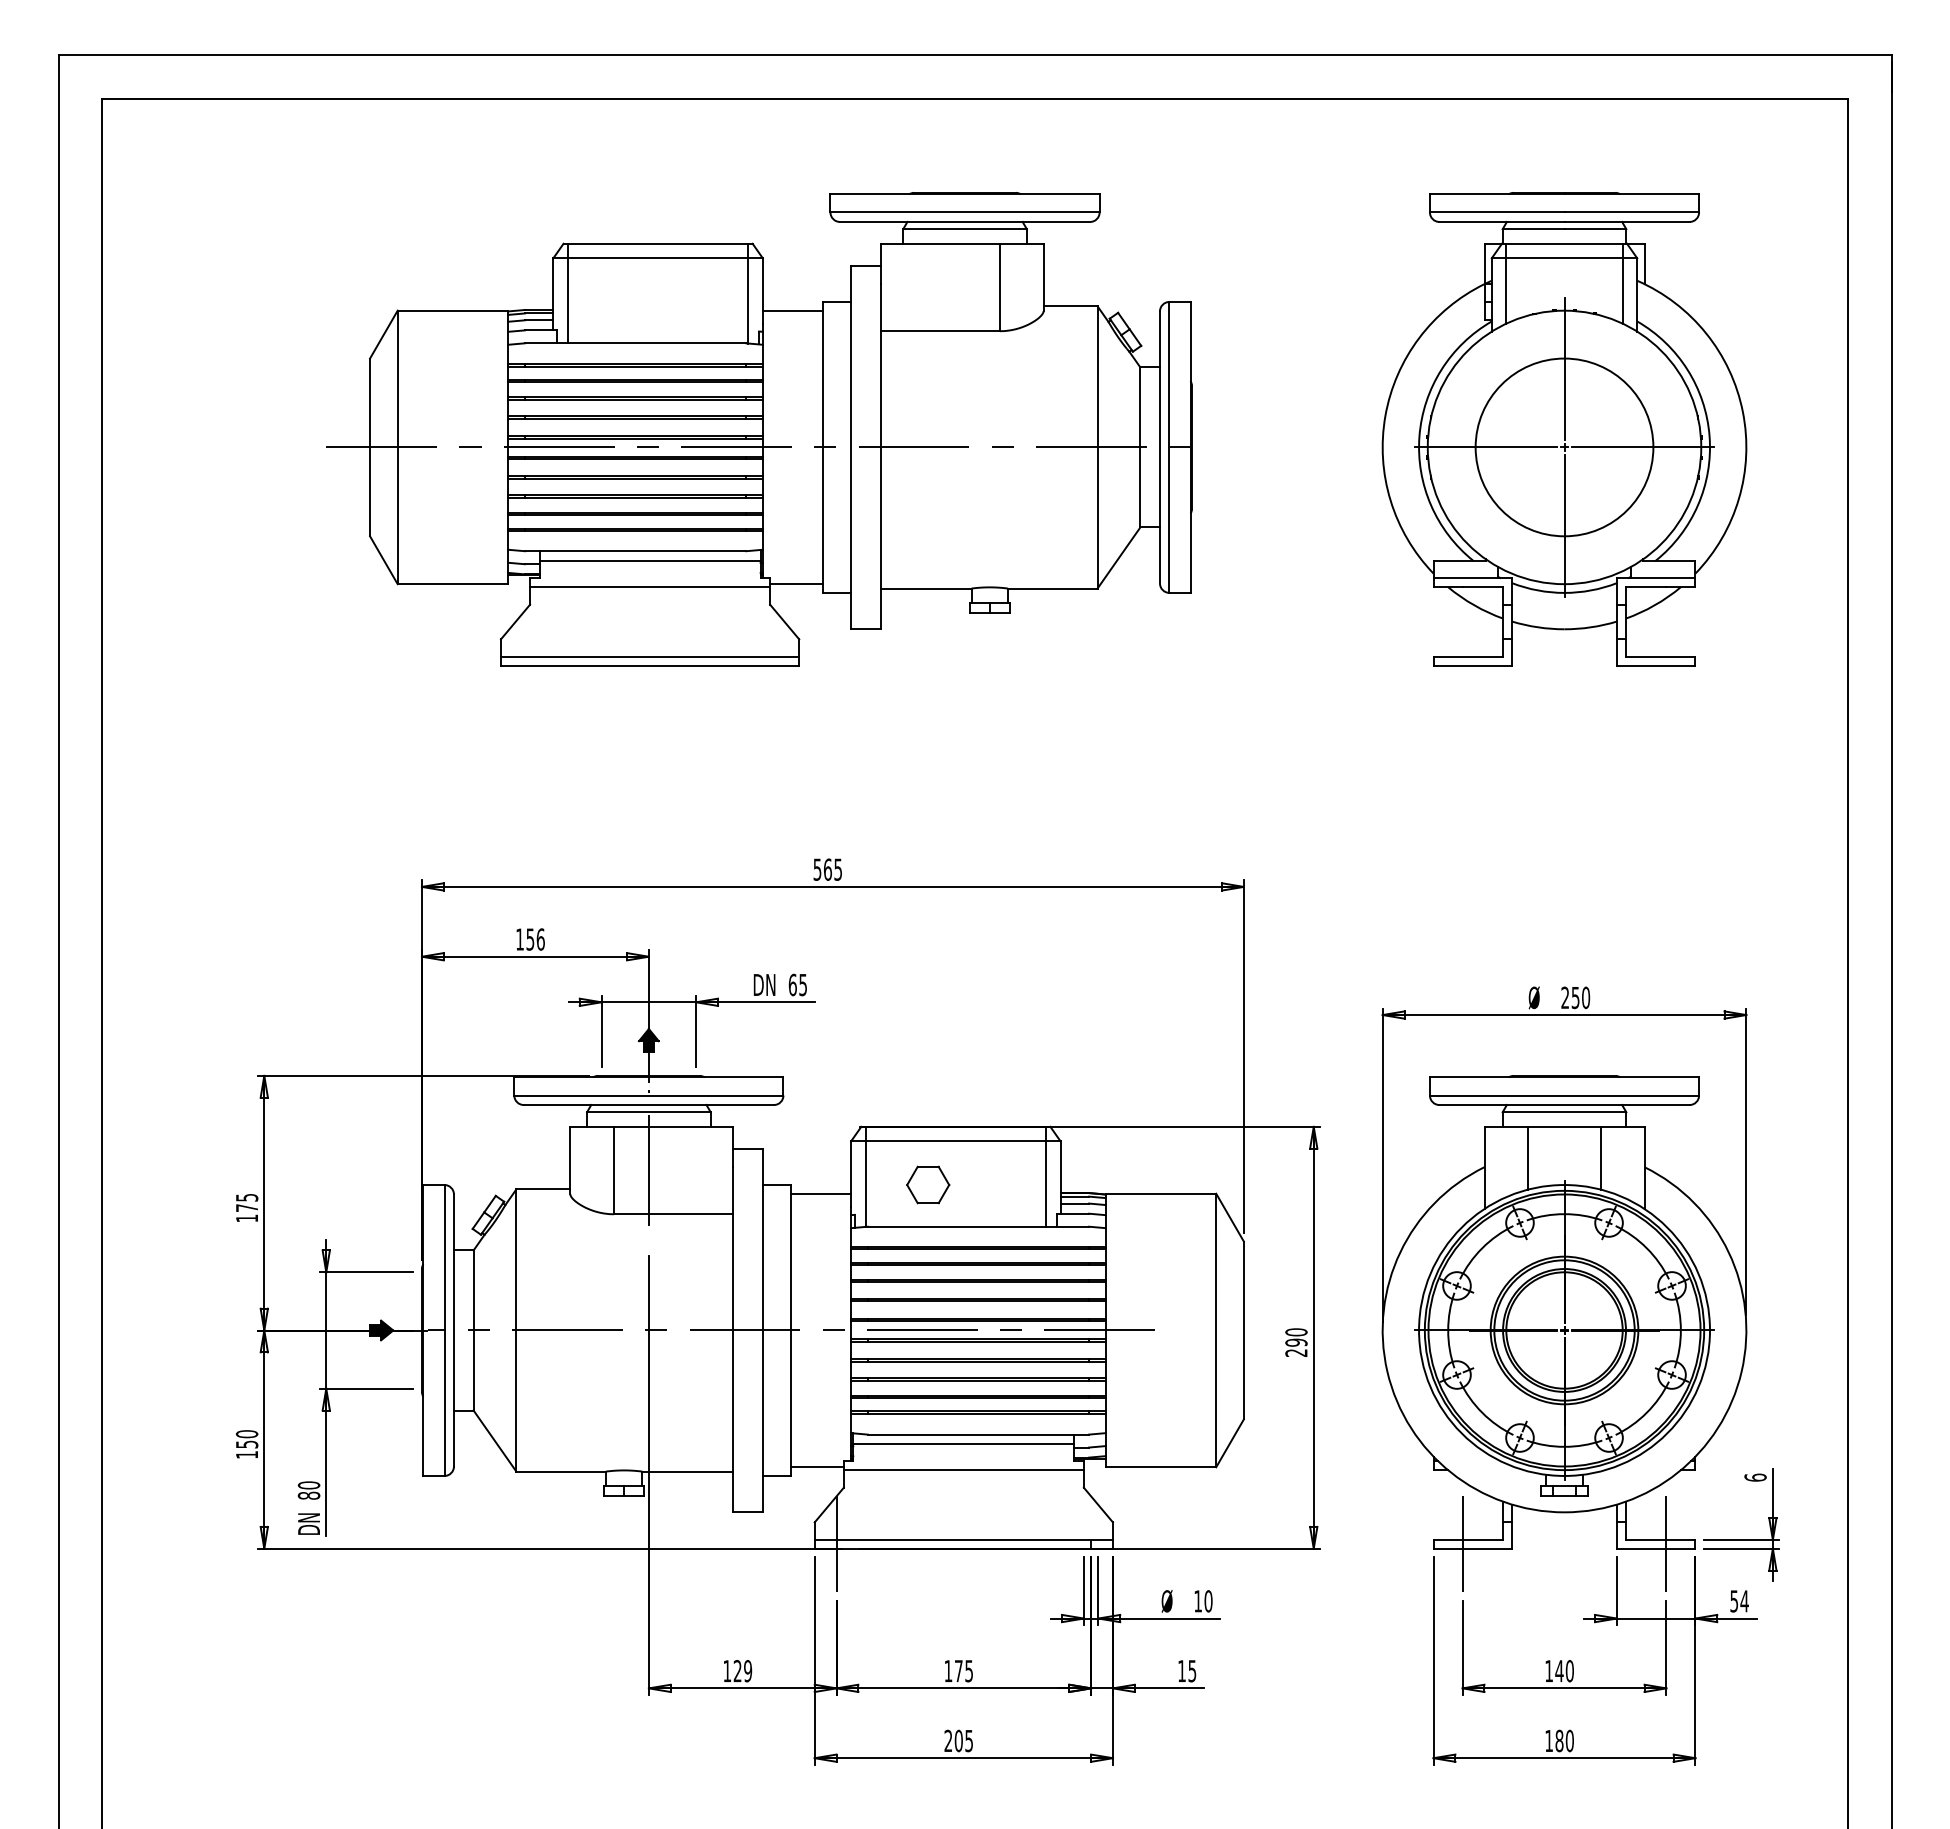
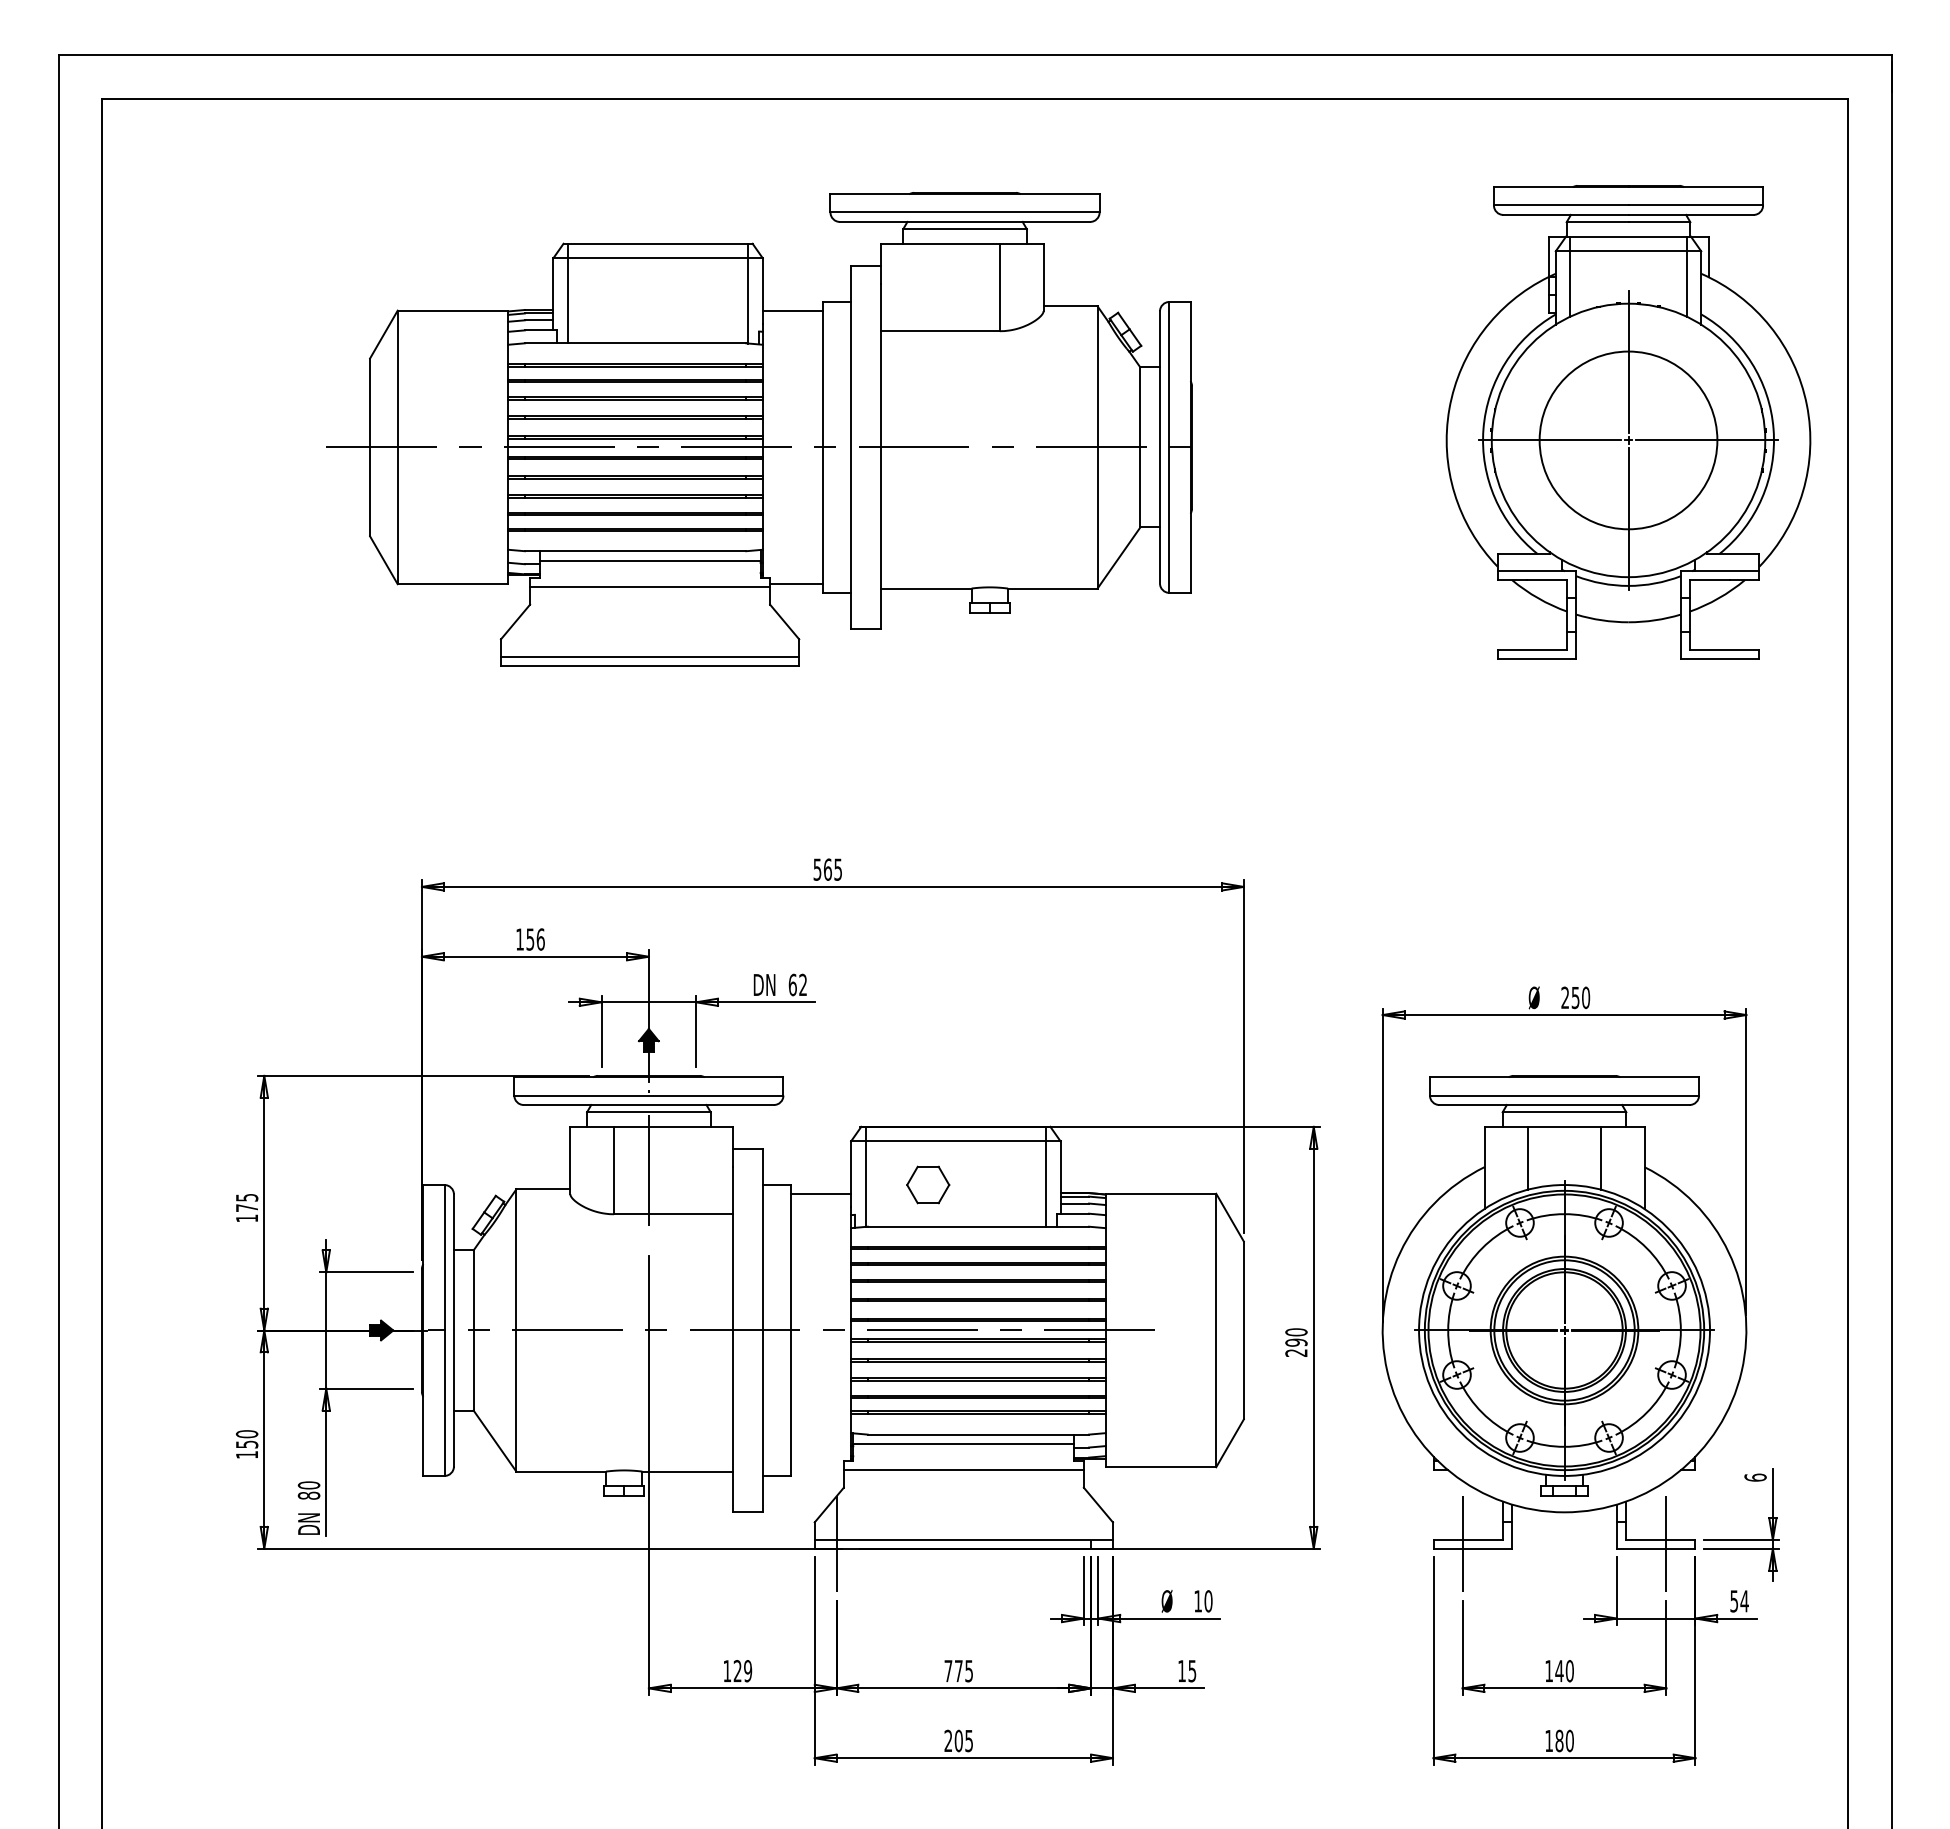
part at (1564, 429) position: (1564, 429) -> (1628, 422)
text at (802, 984): 65 -> 62
line at (816, 1467): present -> none
text at (948, 1670): 175 -> 775
